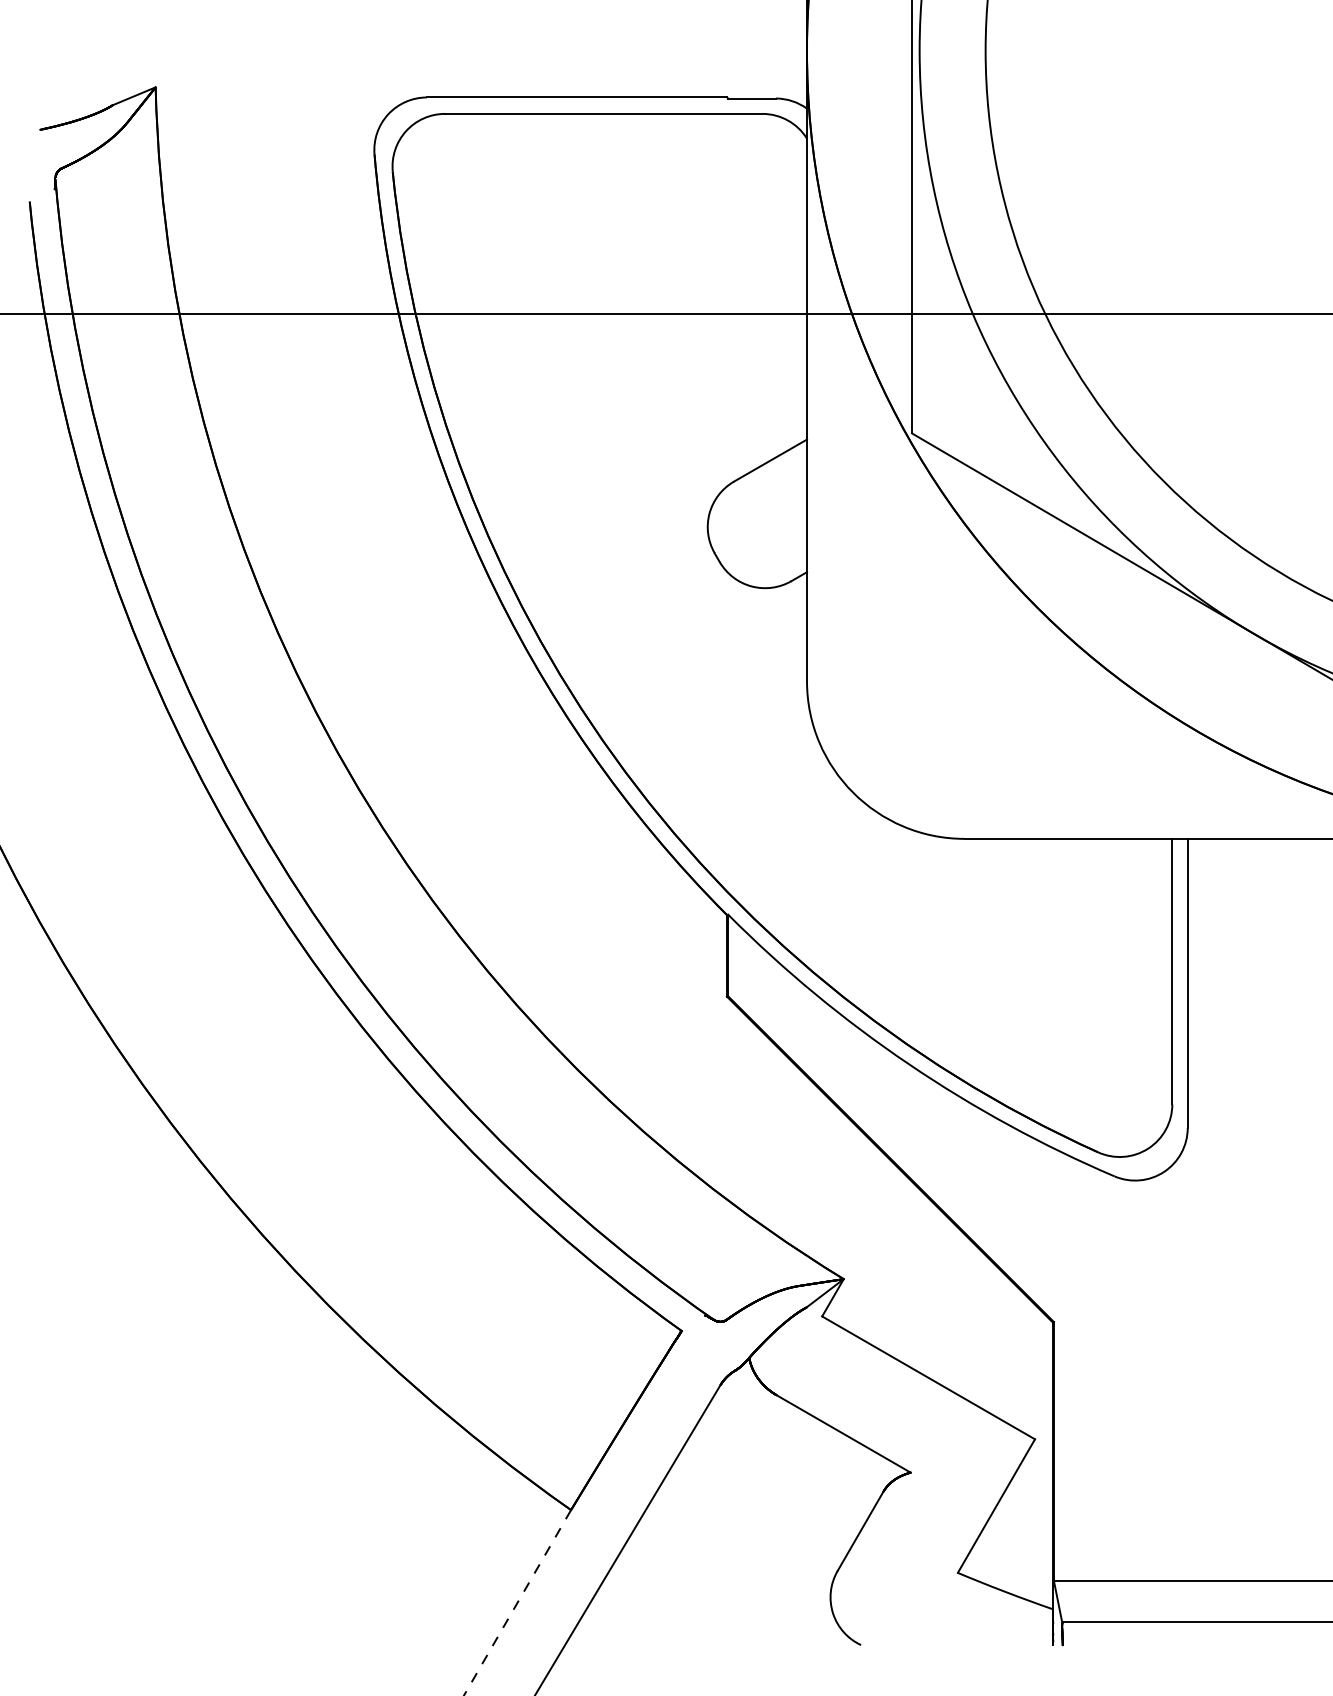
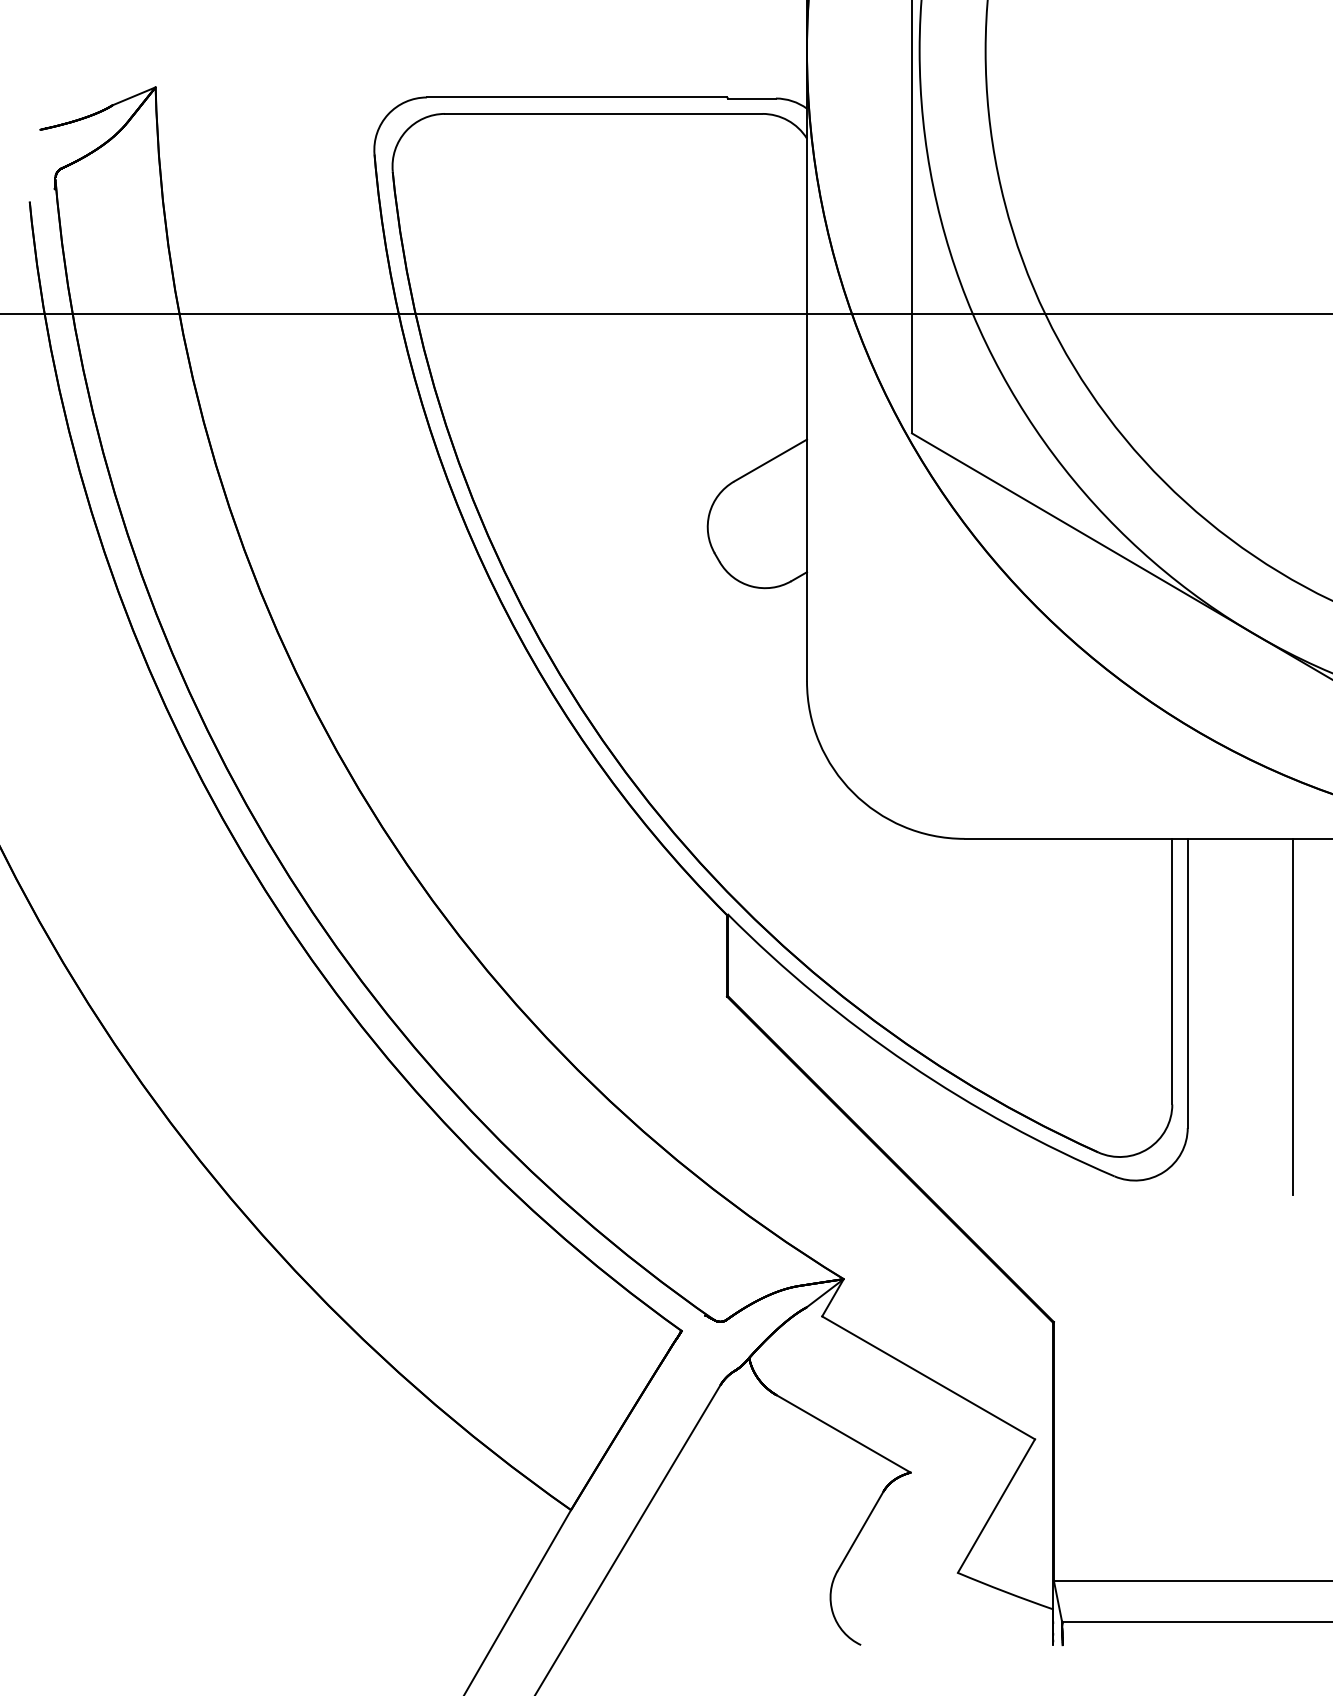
line at (1292, 1016): none -> present
line at (517, 1602): dashed -> solid
